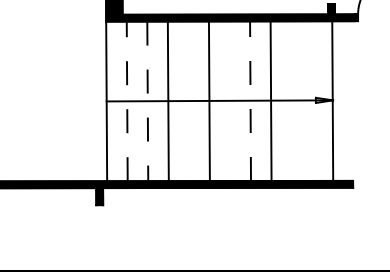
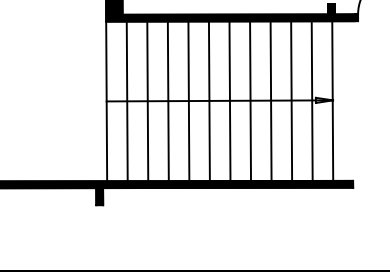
line at (291, 100): none -> present
line at (311, 100): none -> present
line at (127, 101): dashed -> solid
line at (147, 101): dashed -> solid
line at (188, 101): none -> present
line at (229, 101): none -> present
line at (250, 101): dashed -> solid
